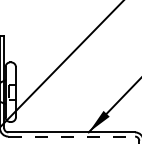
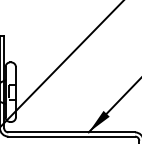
line at (72, 136): dashed -> solid
